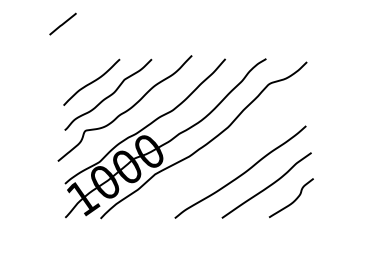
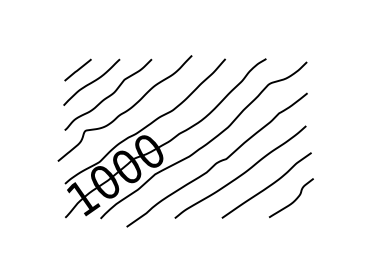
line at (62, 23) position: (62, 23) -> (77, 69)
curve at (217, 161): none -> present
